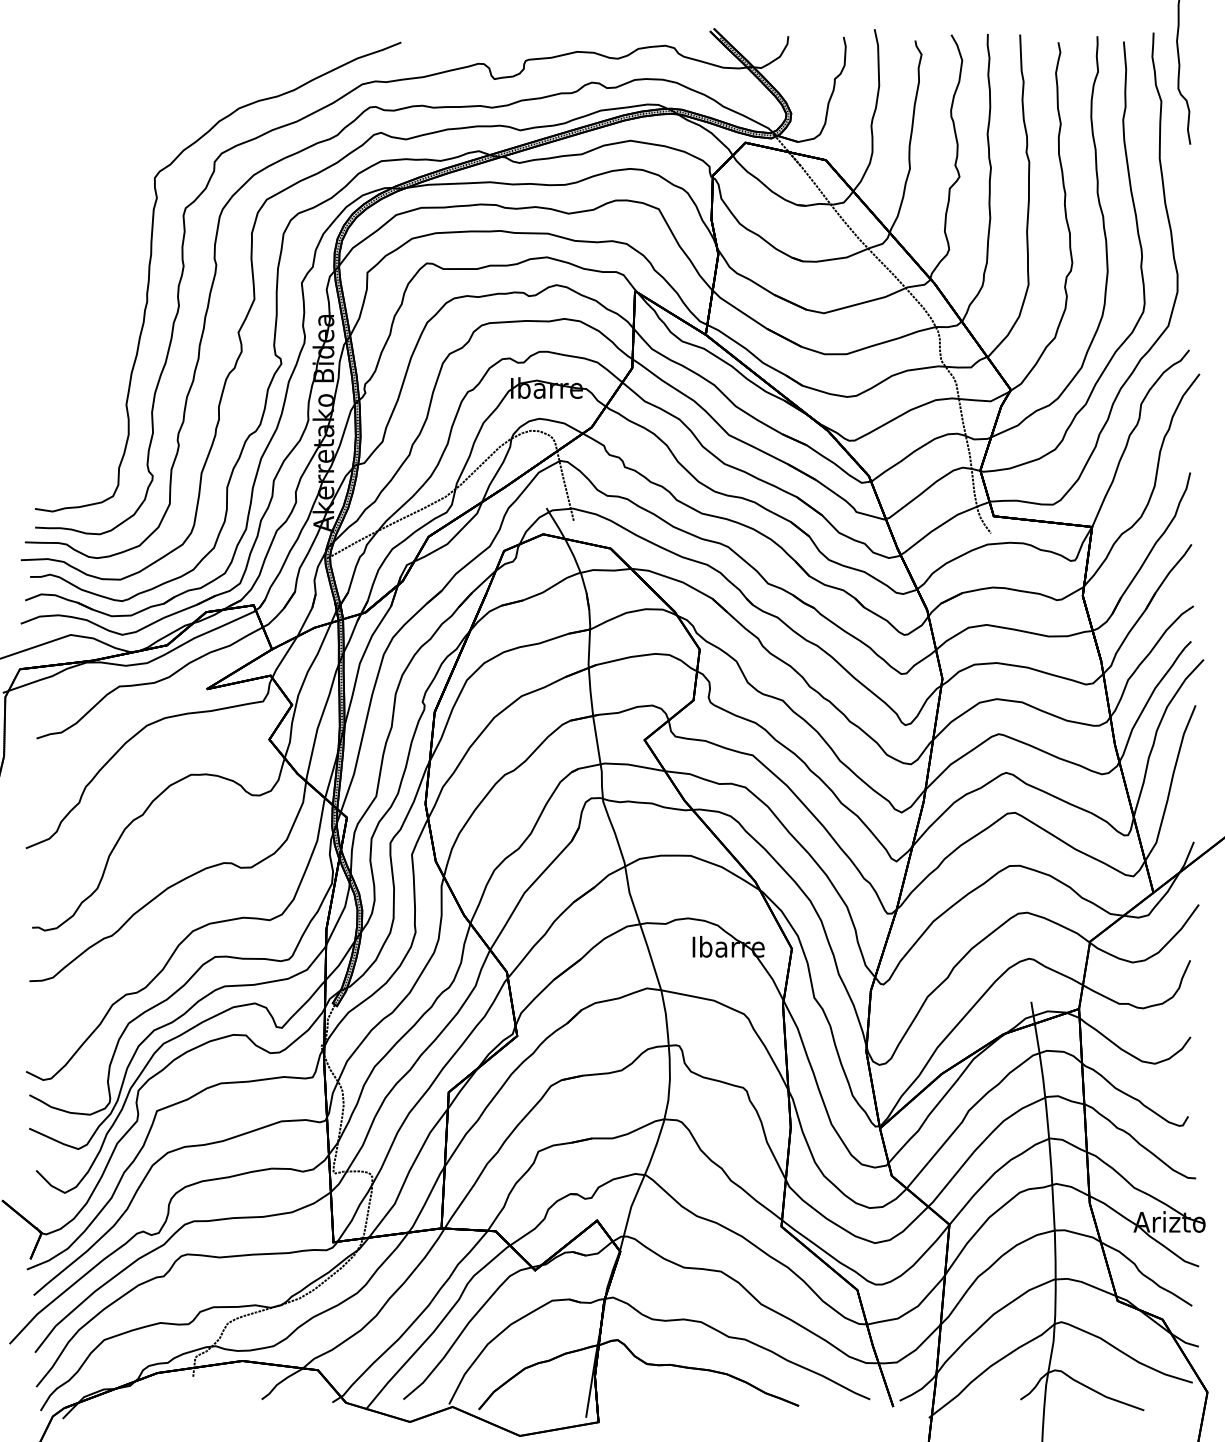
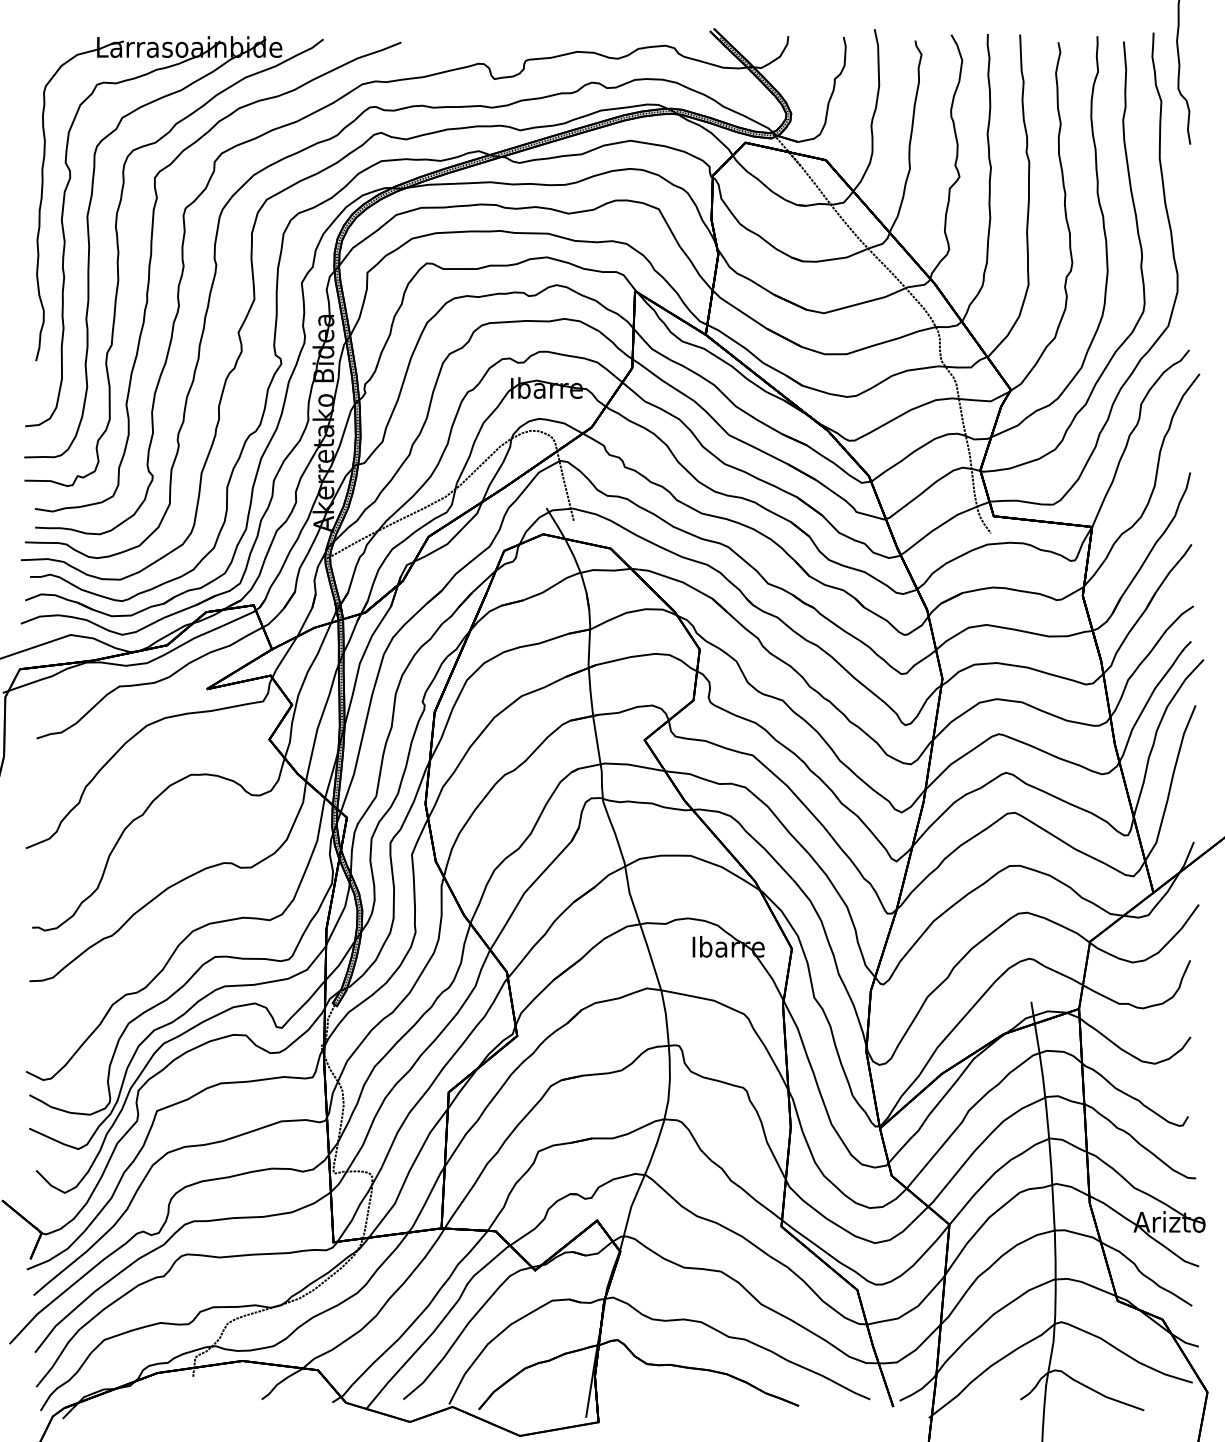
part at (119, 256): none -> present
